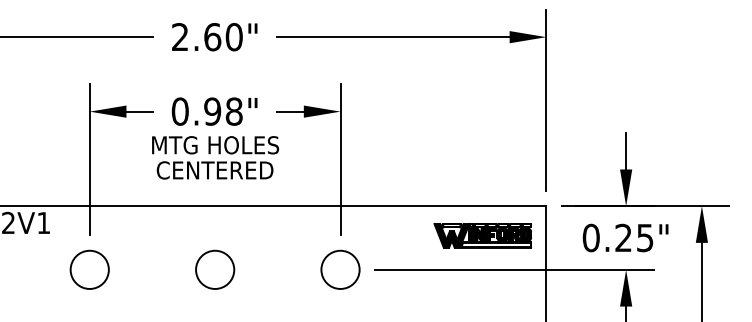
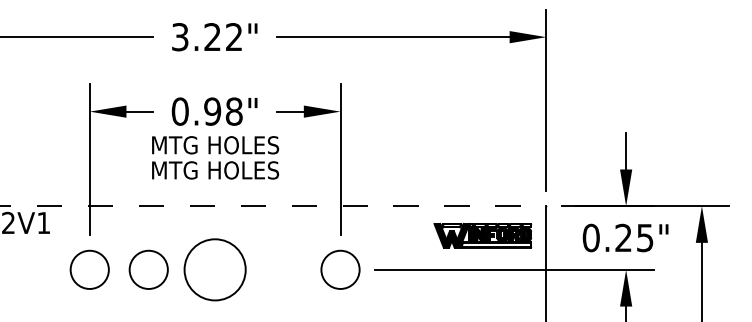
text at (207, 37): 2.60" -> 3.22"
text at (215, 170): CENTERED -> MTG HOLES
line at (273, 206): solid -> dashed
circle at (148, 269): none -> present
circle at (215, 269) diameter: 38 px -> 61 px
